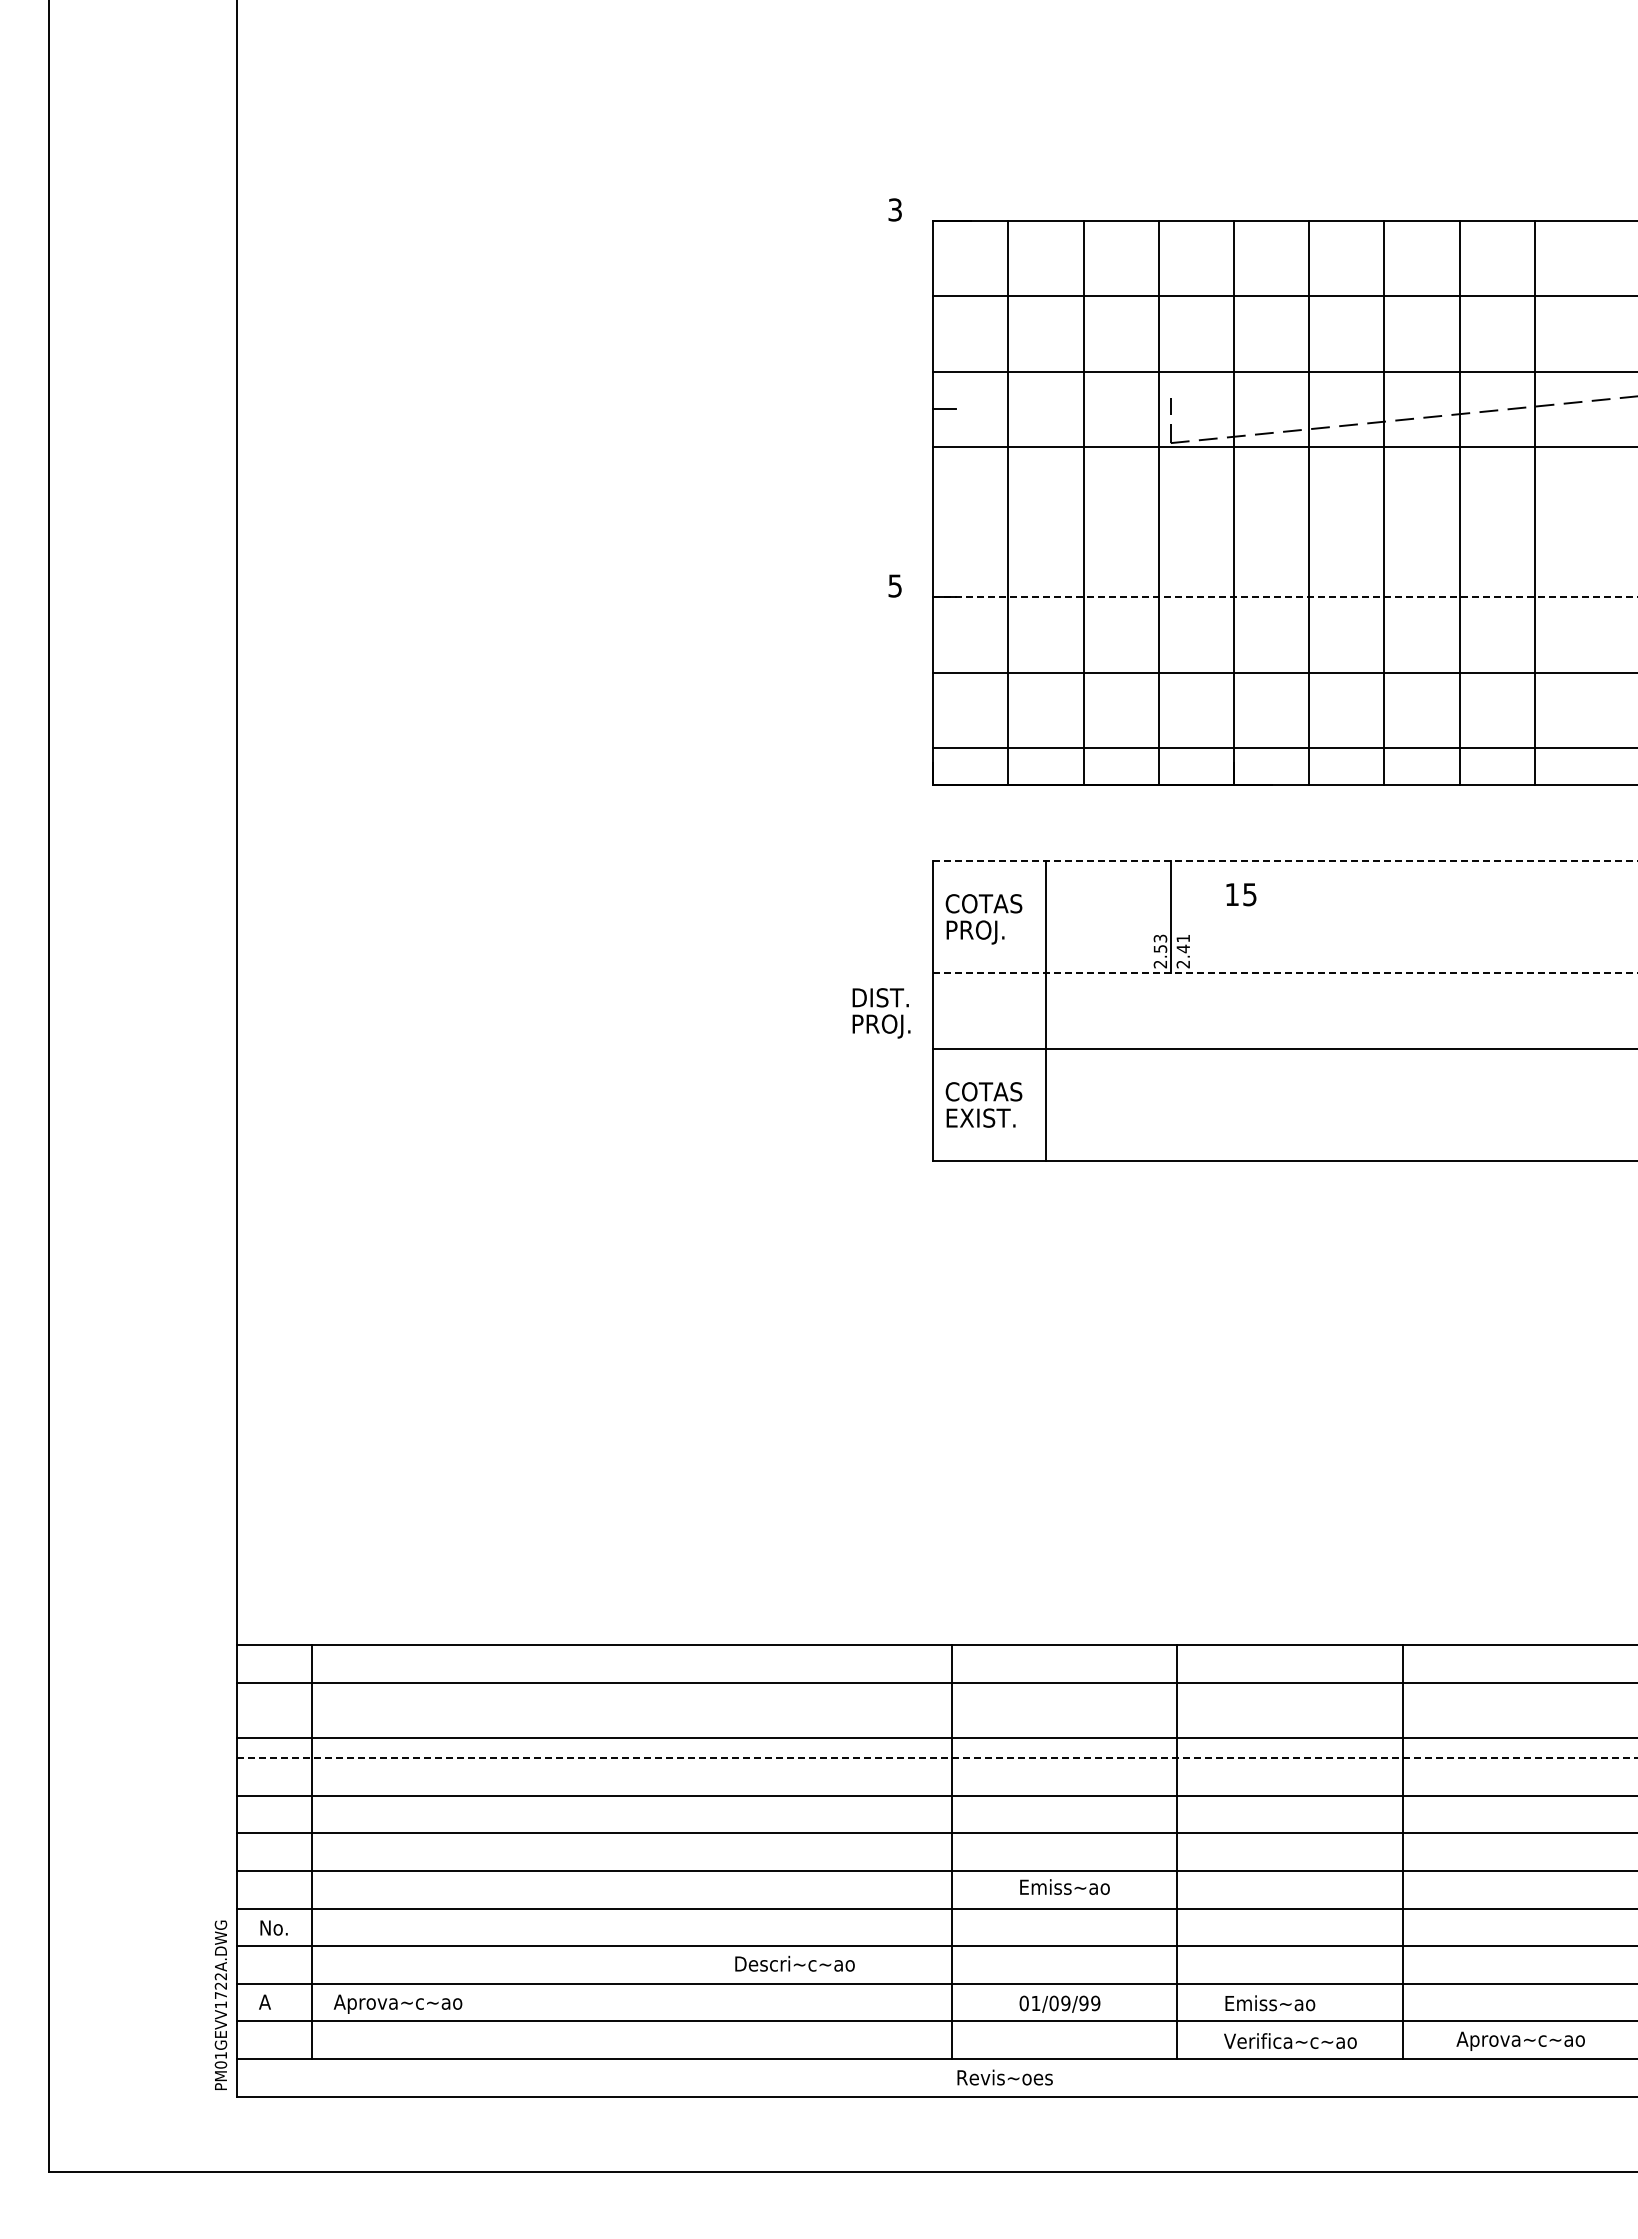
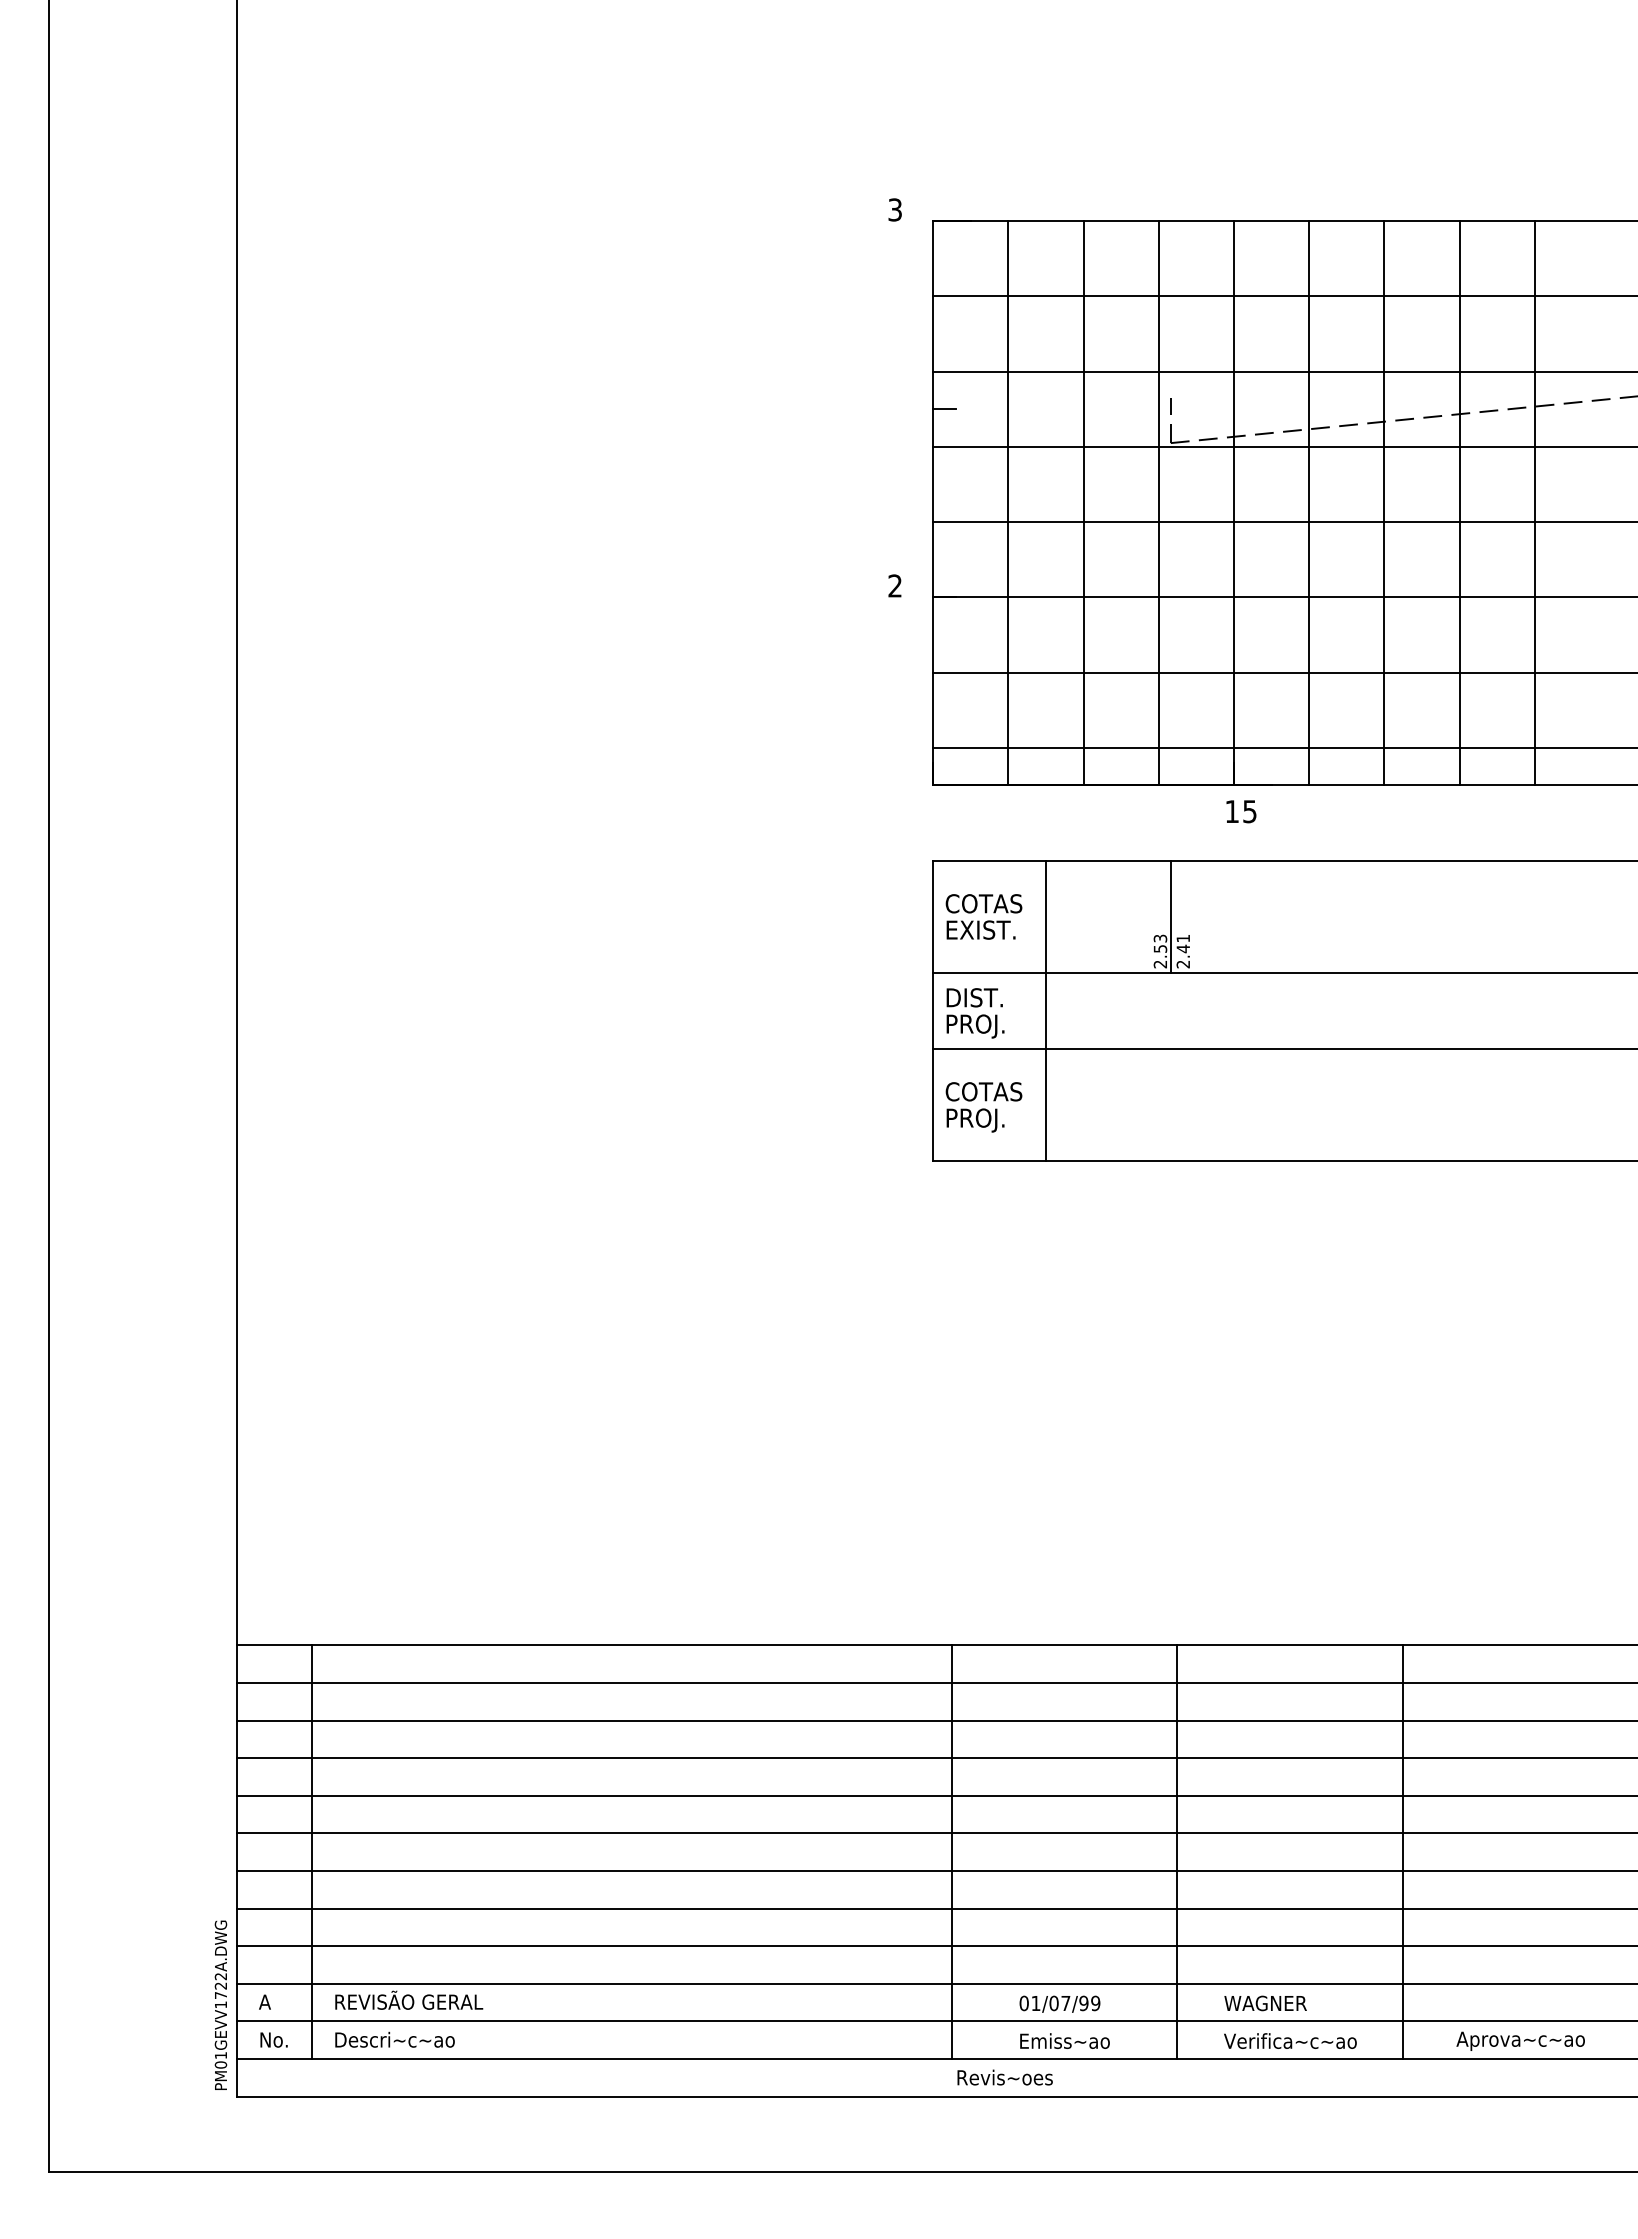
line at (1283, 522): none -> present
text at (894, 585): 5 -> 2
line at (1285, 597): dashed -> solid
line at (1286, 860): dashed -> solid
text at (1241, 894) position: (1241, 894) -> (1241, 811)
text at (982, 932): PROJ. -> EXIST.
line at (1286, 973): dashed -> solid
text at (881, 1013) position: (881, 1013) -> (975, 1013)
text at (982, 1120): EXIST. -> PROJ.
line at (935, 1737) position: (935, 1737) -> (935, 1720)
line at (937, 1758): dashed -> solid
text at (1064, 1886) position: (1064, 1886) -> (1064, 2040)
text at (273, 1927) position: (273, 1927) -> (273, 2039)
text at (794, 1963) position: (794, 1963) -> (394, 2039)
text at (408, 2001): Aprova~c~ao -> REVISÃO GERAL
text at (1065, 2003): 01/09/99 -> 01/07/99
text at (1269, 2003): Emiss~ao -> WAGNER
